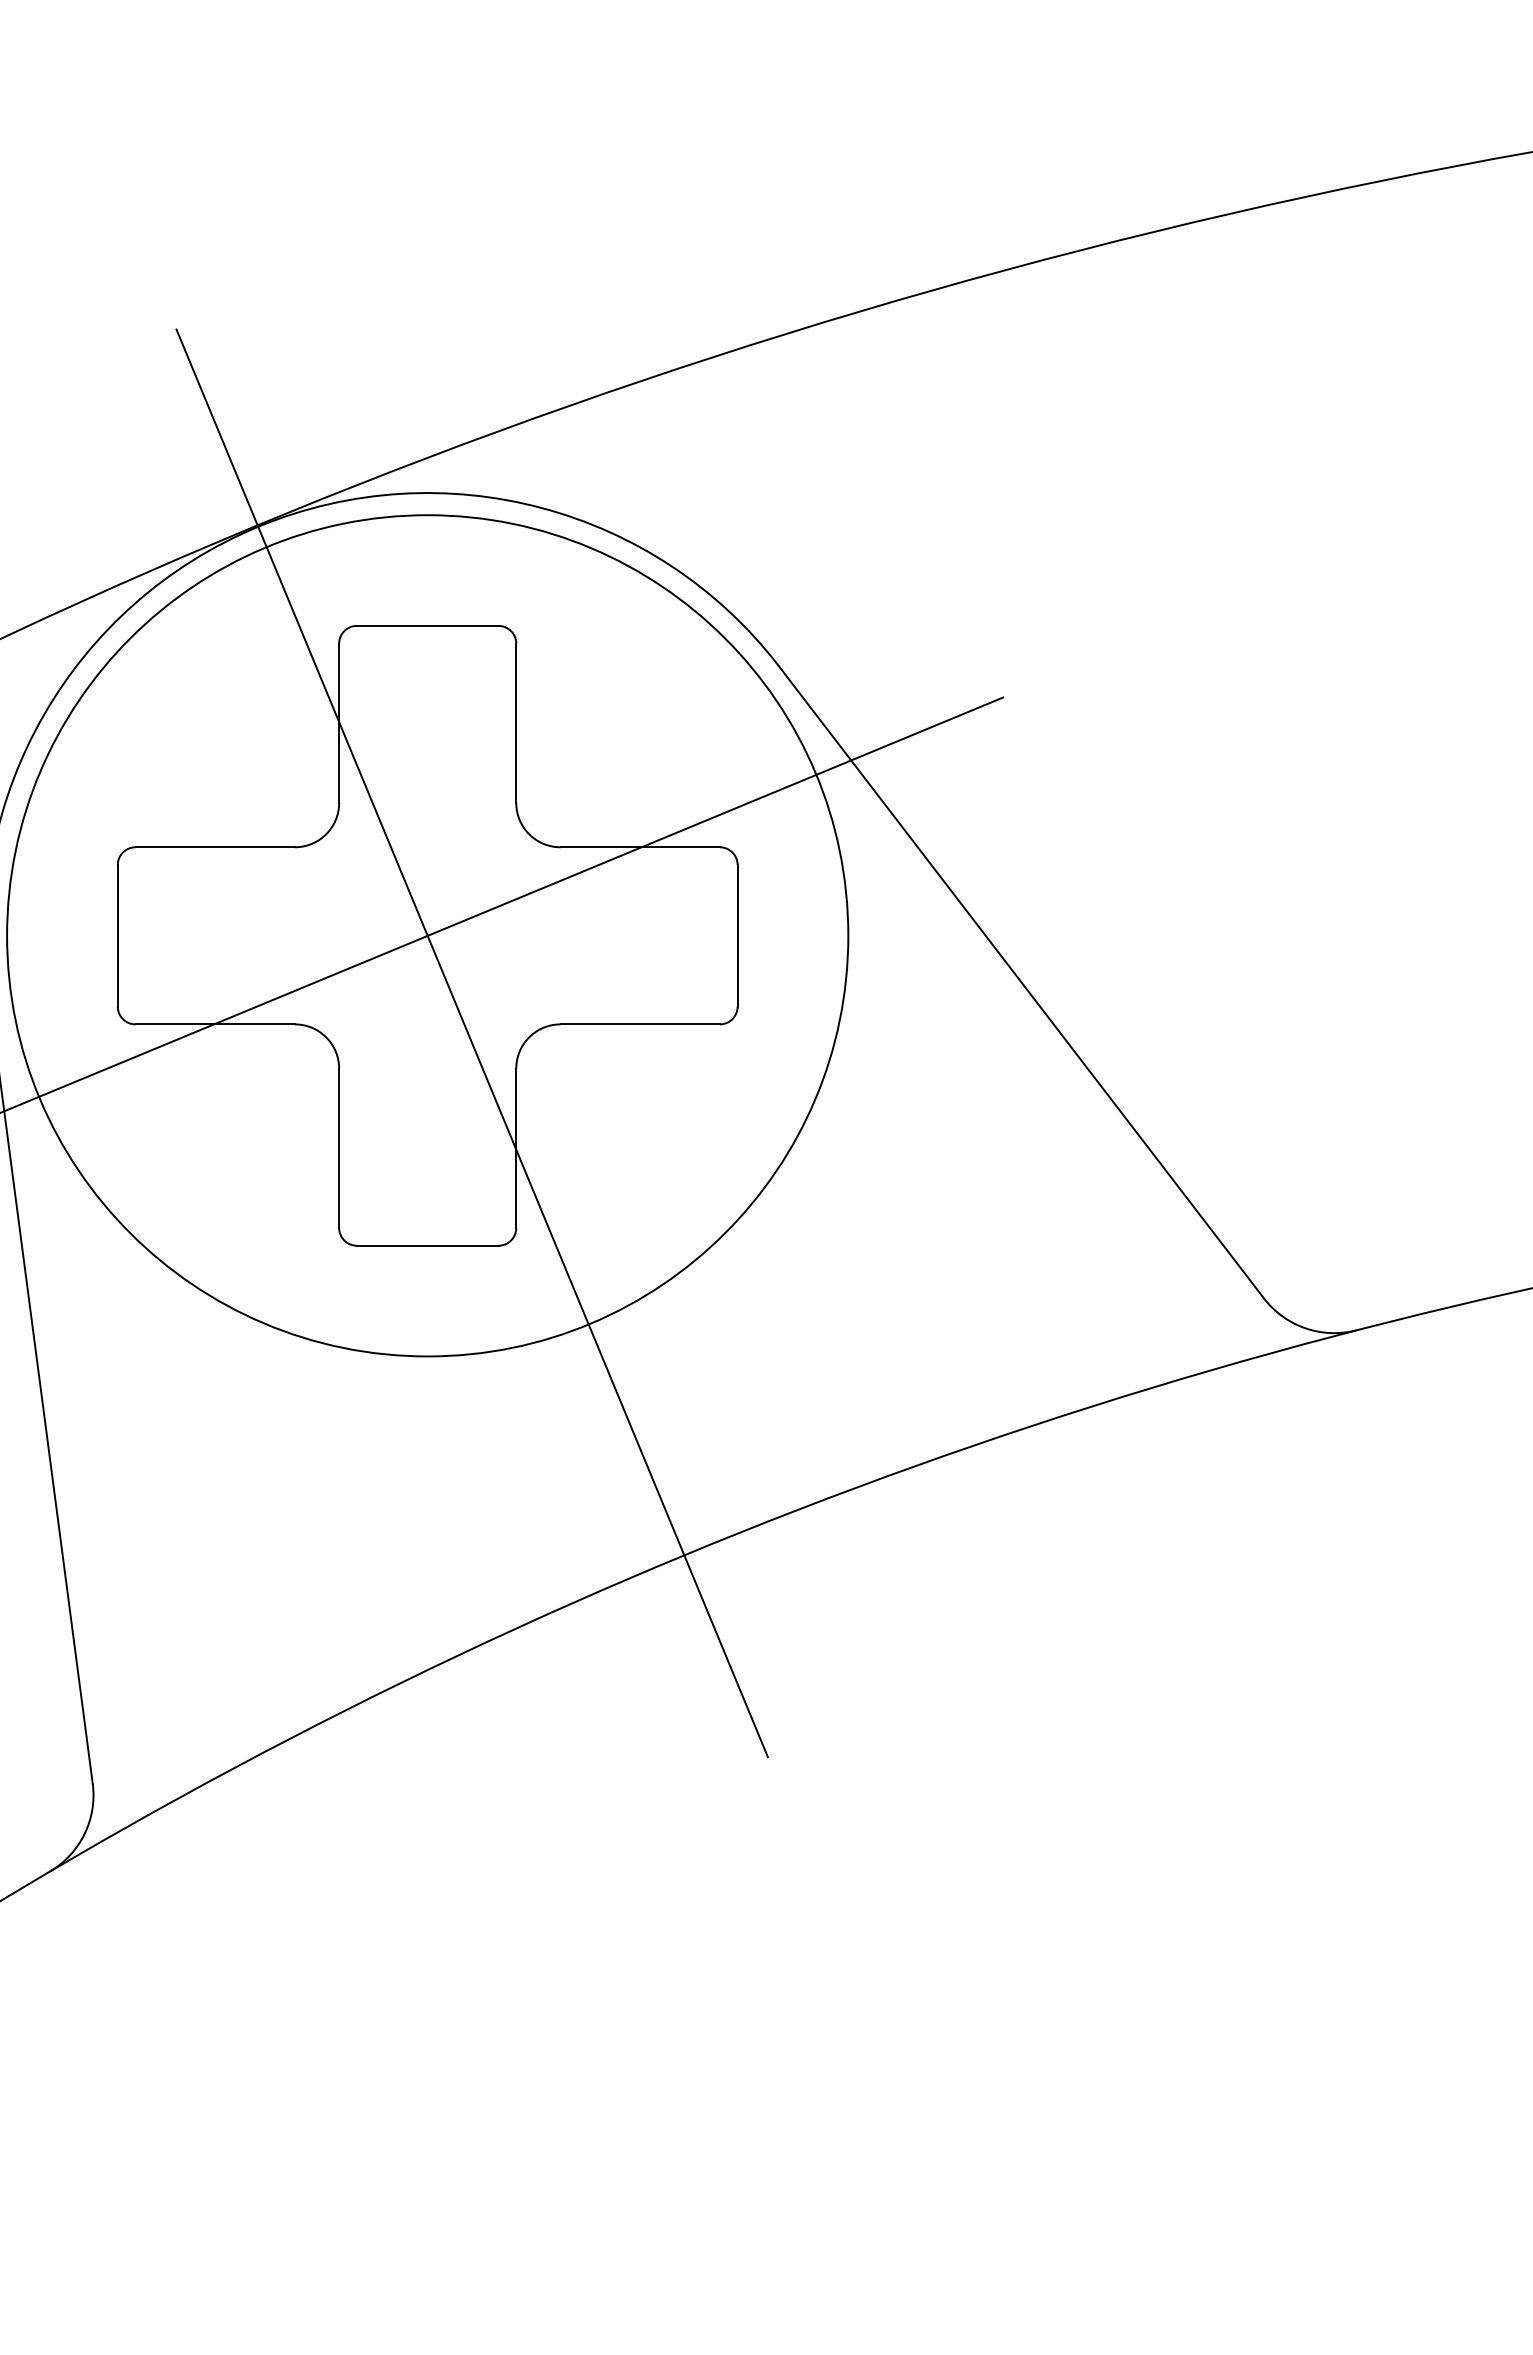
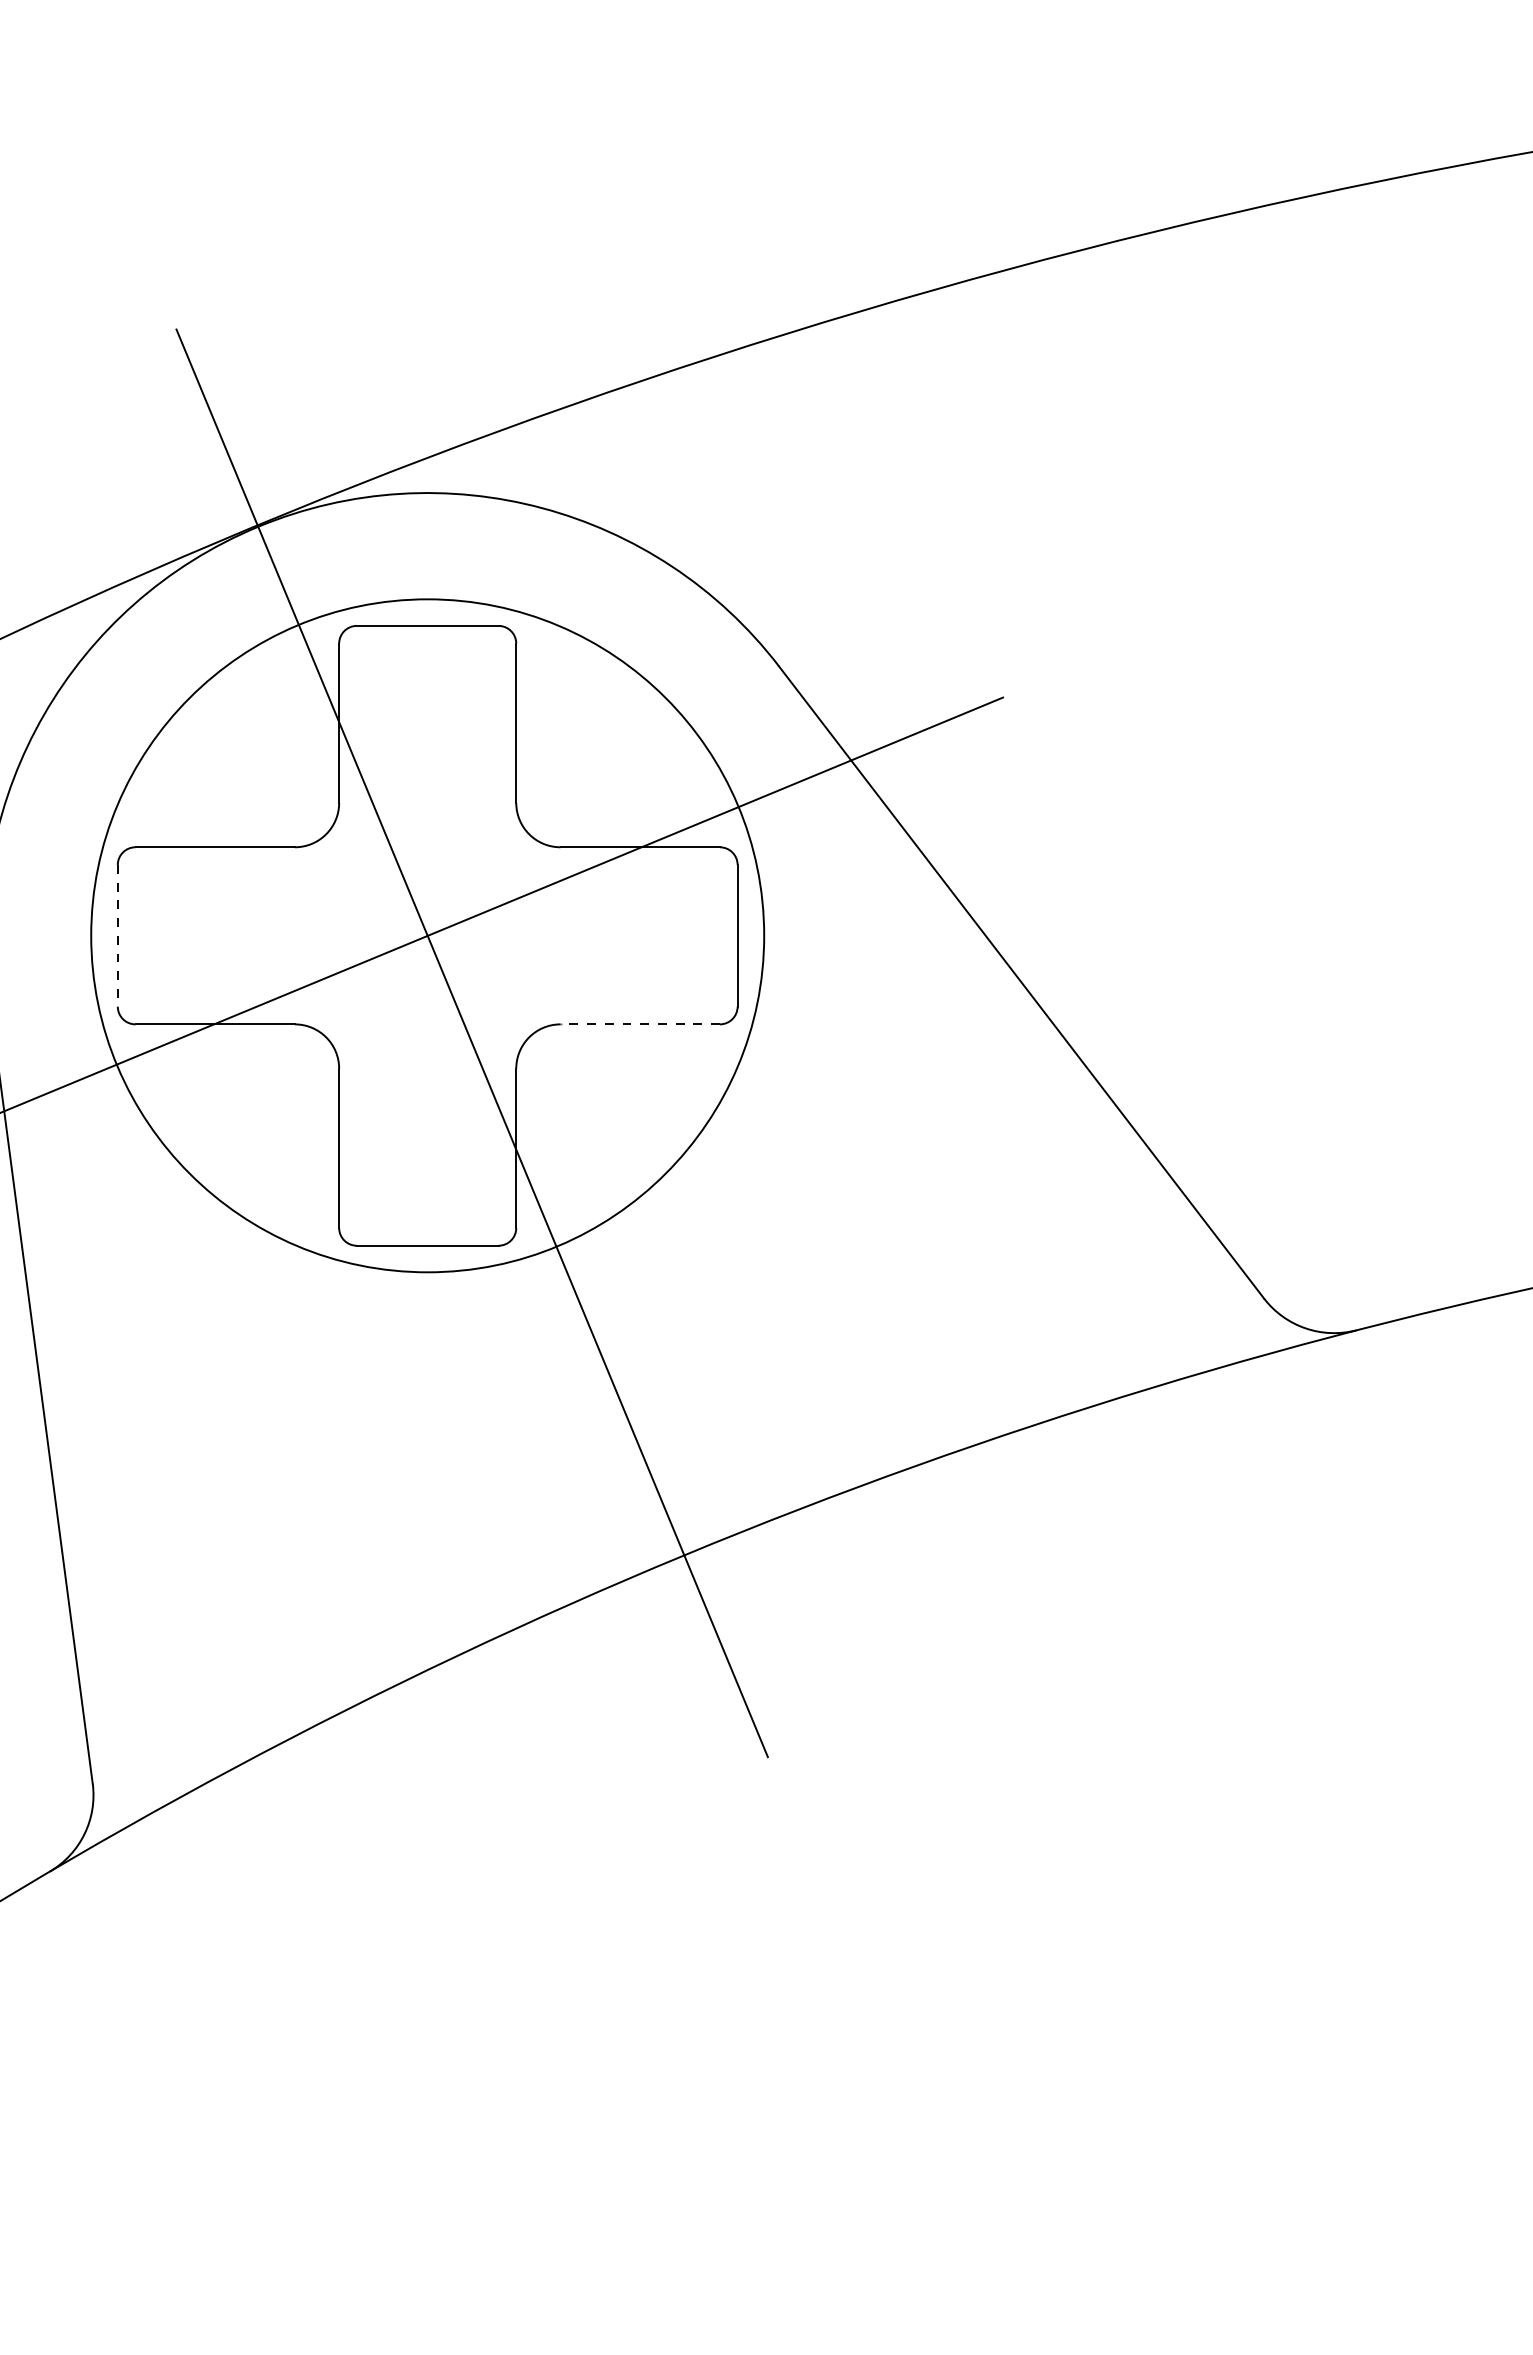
line at (117, 935): solid -> dashed
circle at (427, 935) diameter: 841 px -> 673 px
line at (640, 1024): solid -> dashed
